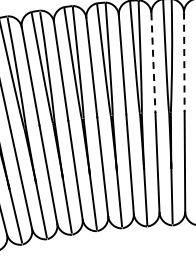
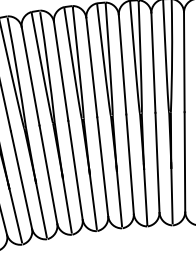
line at (184, 62): dashed -> solid
line at (153, 63): dashed -> solid
